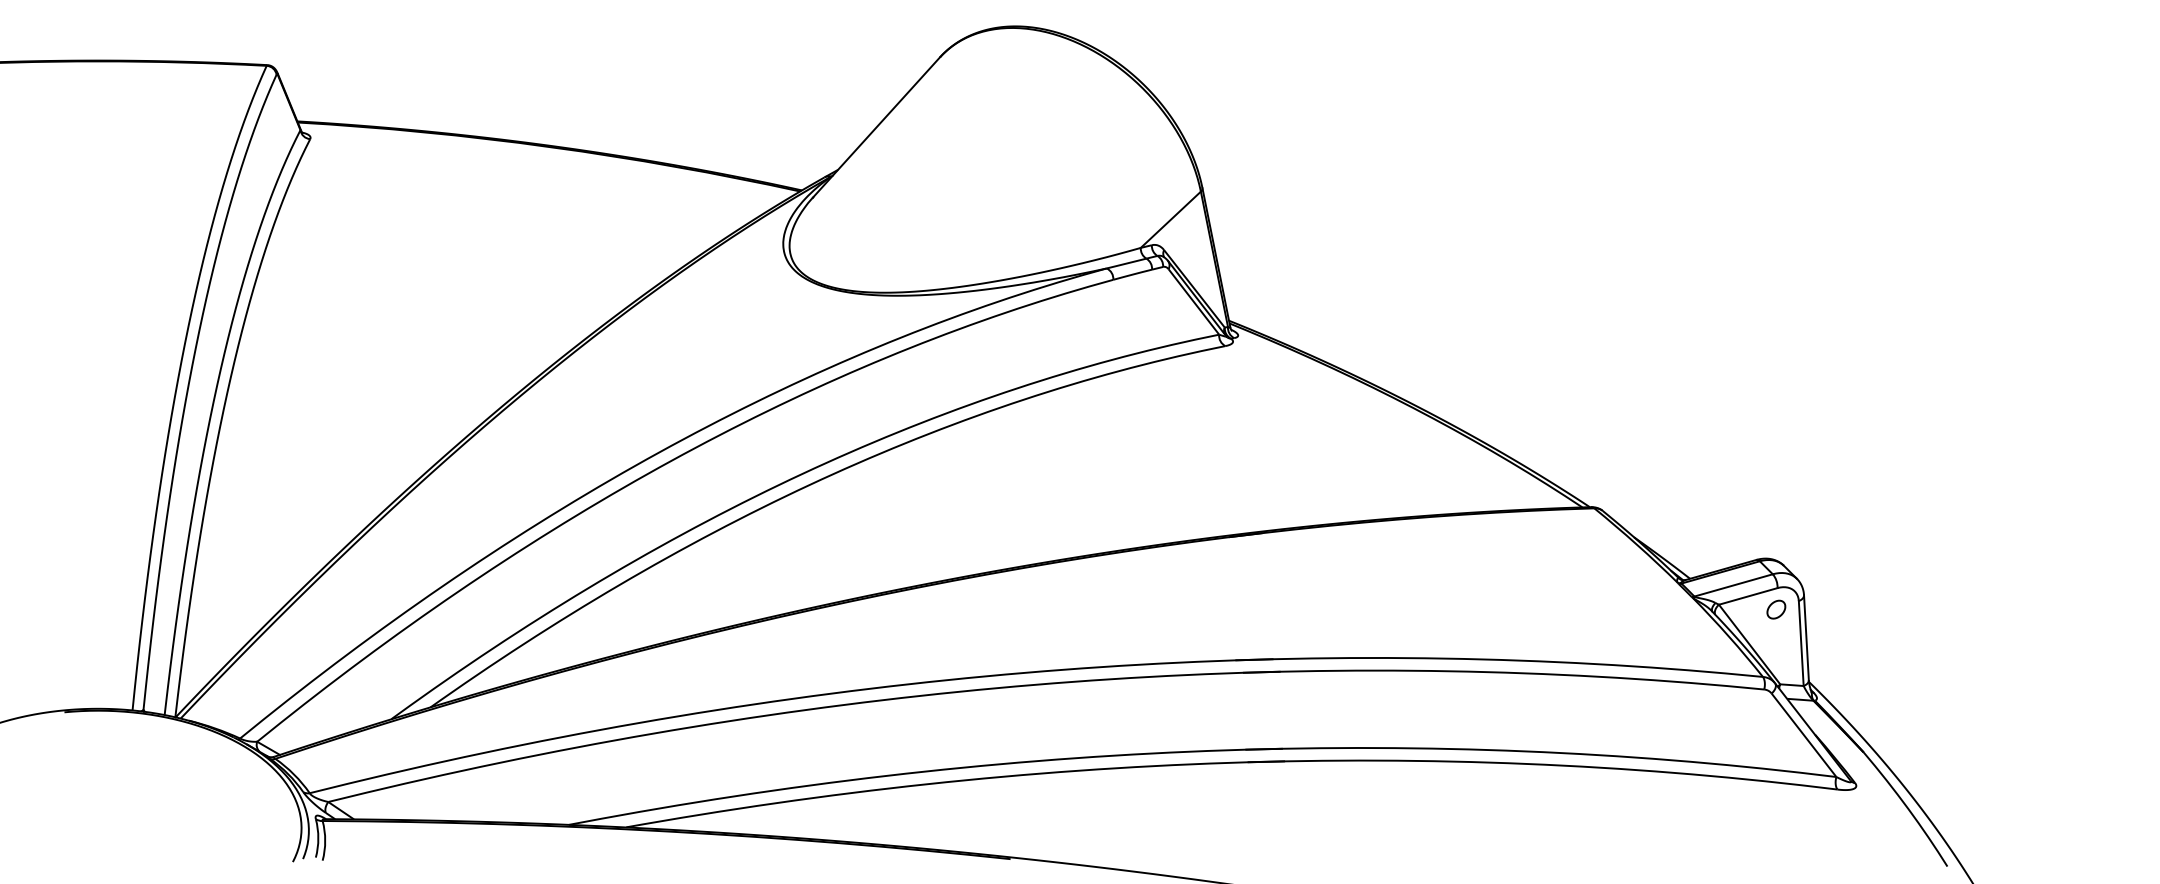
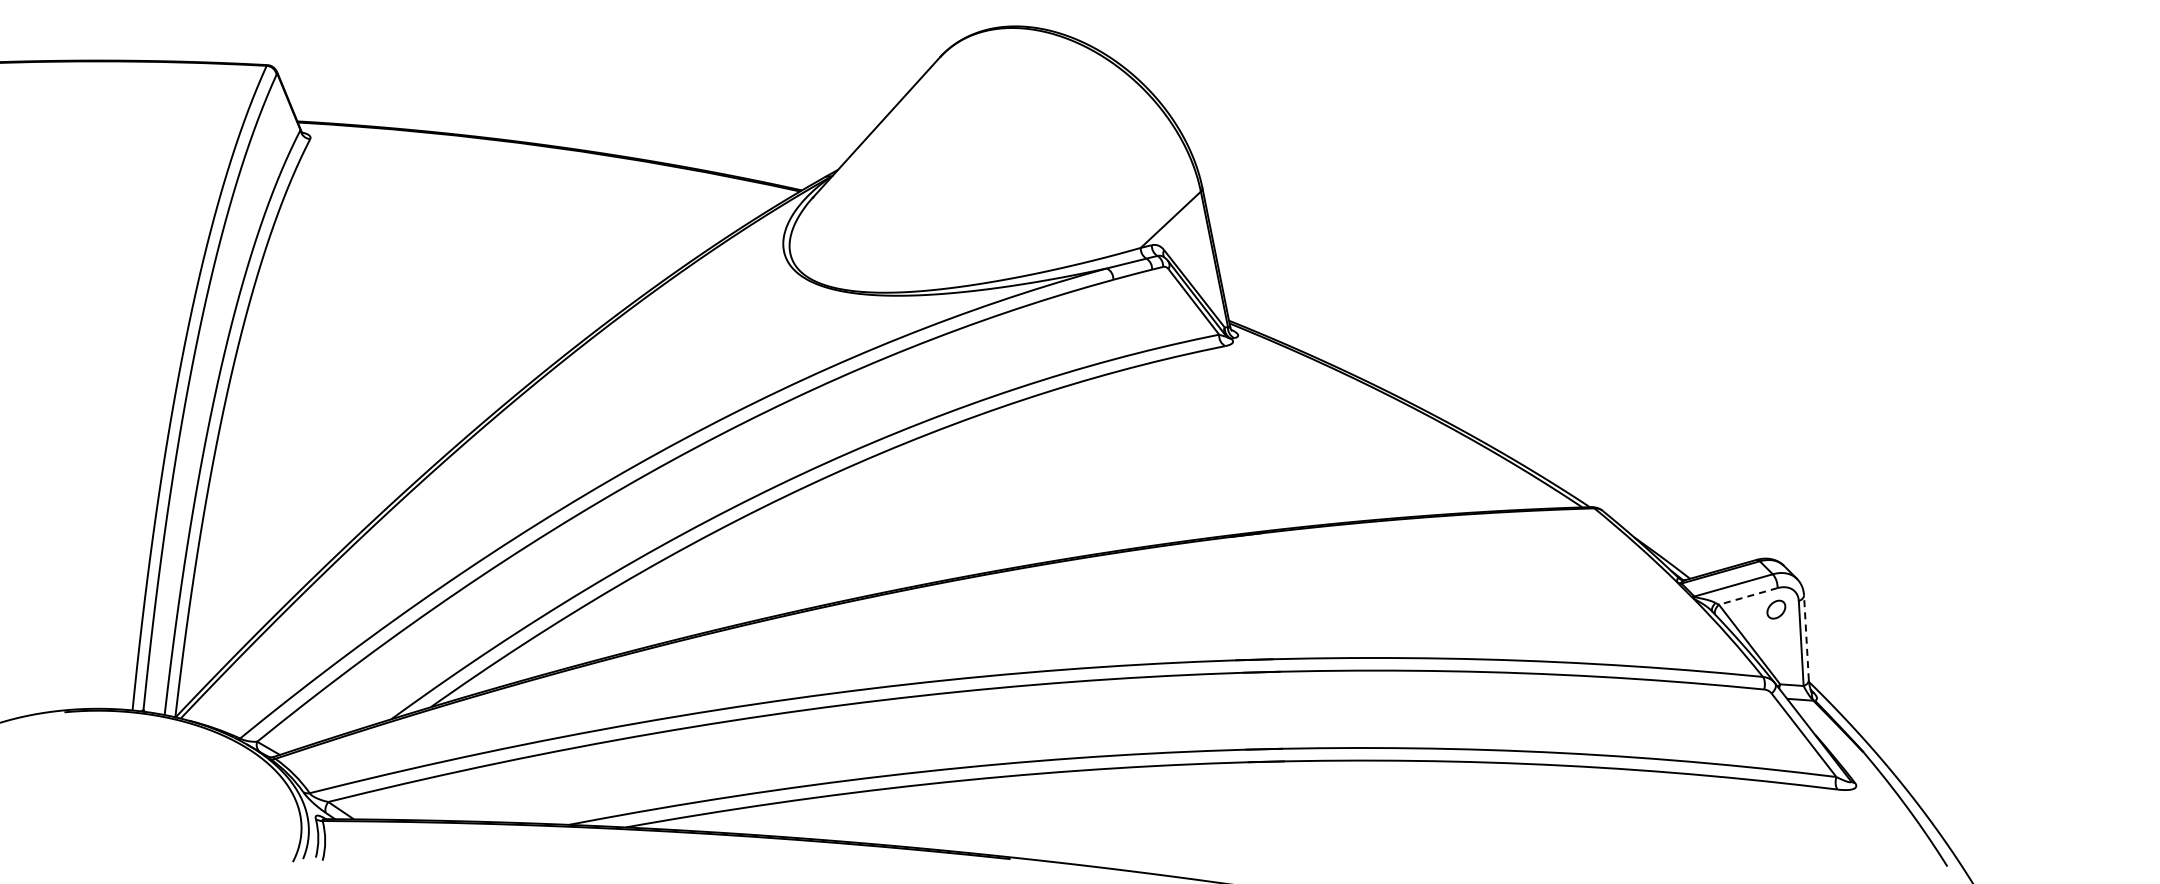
line at (1747, 596): solid -> dashed
line at (1806, 637): solid -> dashed
